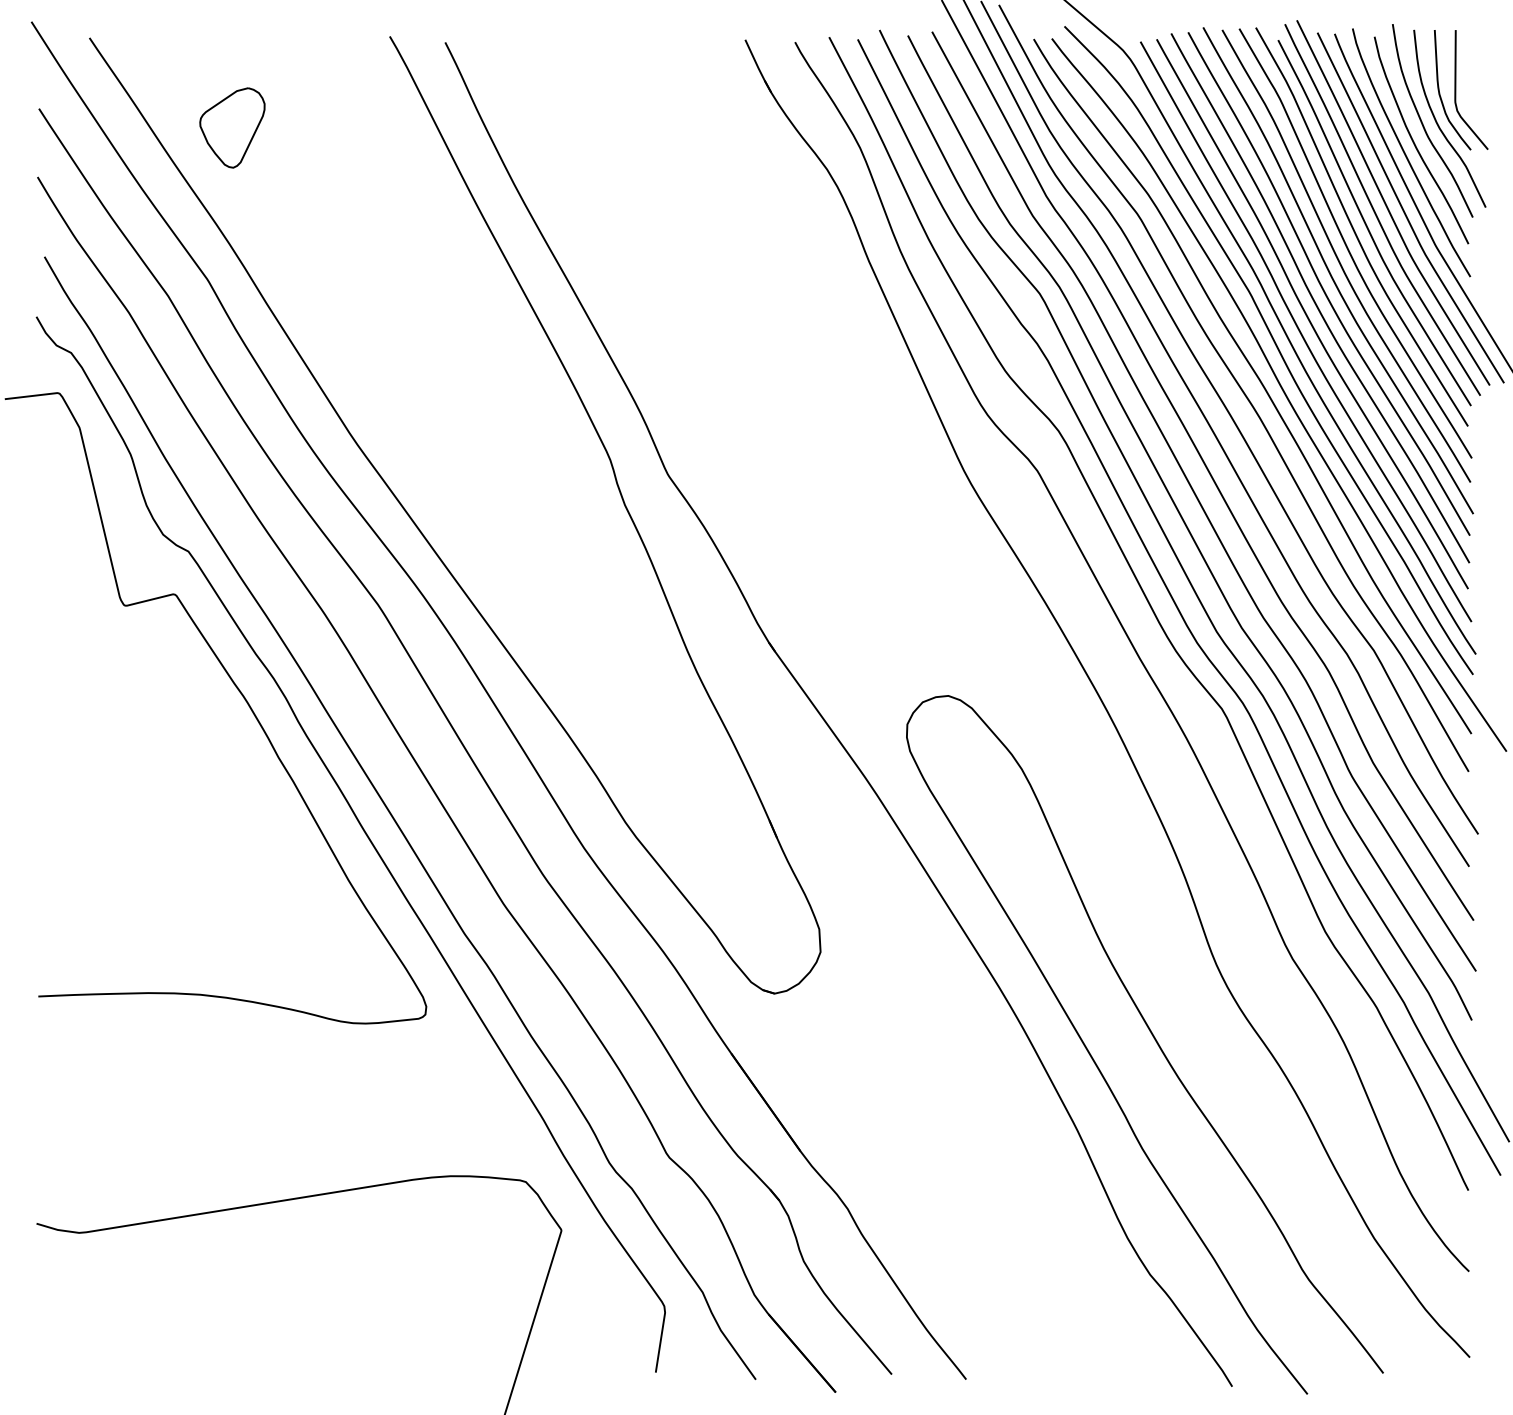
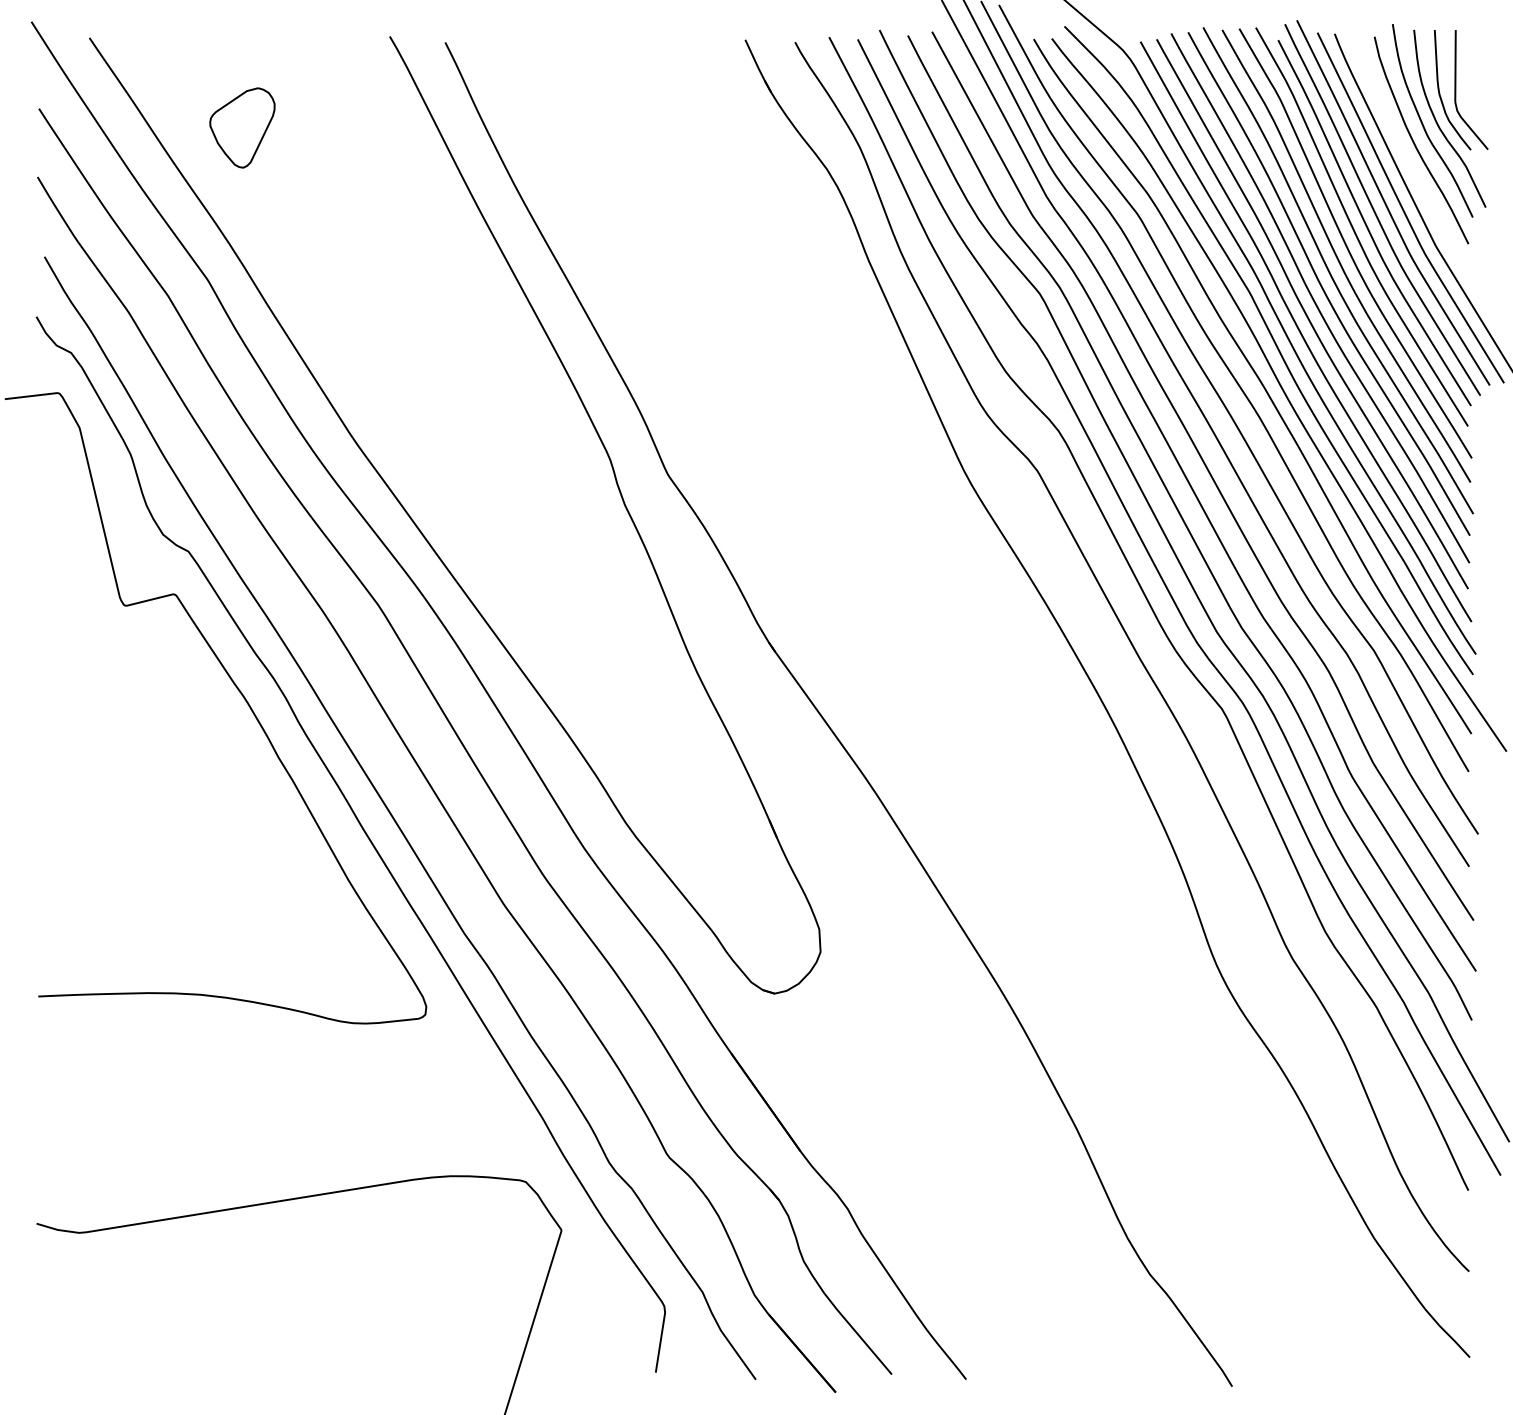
part at (232, 127) position: (232, 127) -> (242, 127)
curve at (1406, 154): present -> none
curve at (1153, 1038): present -> none
